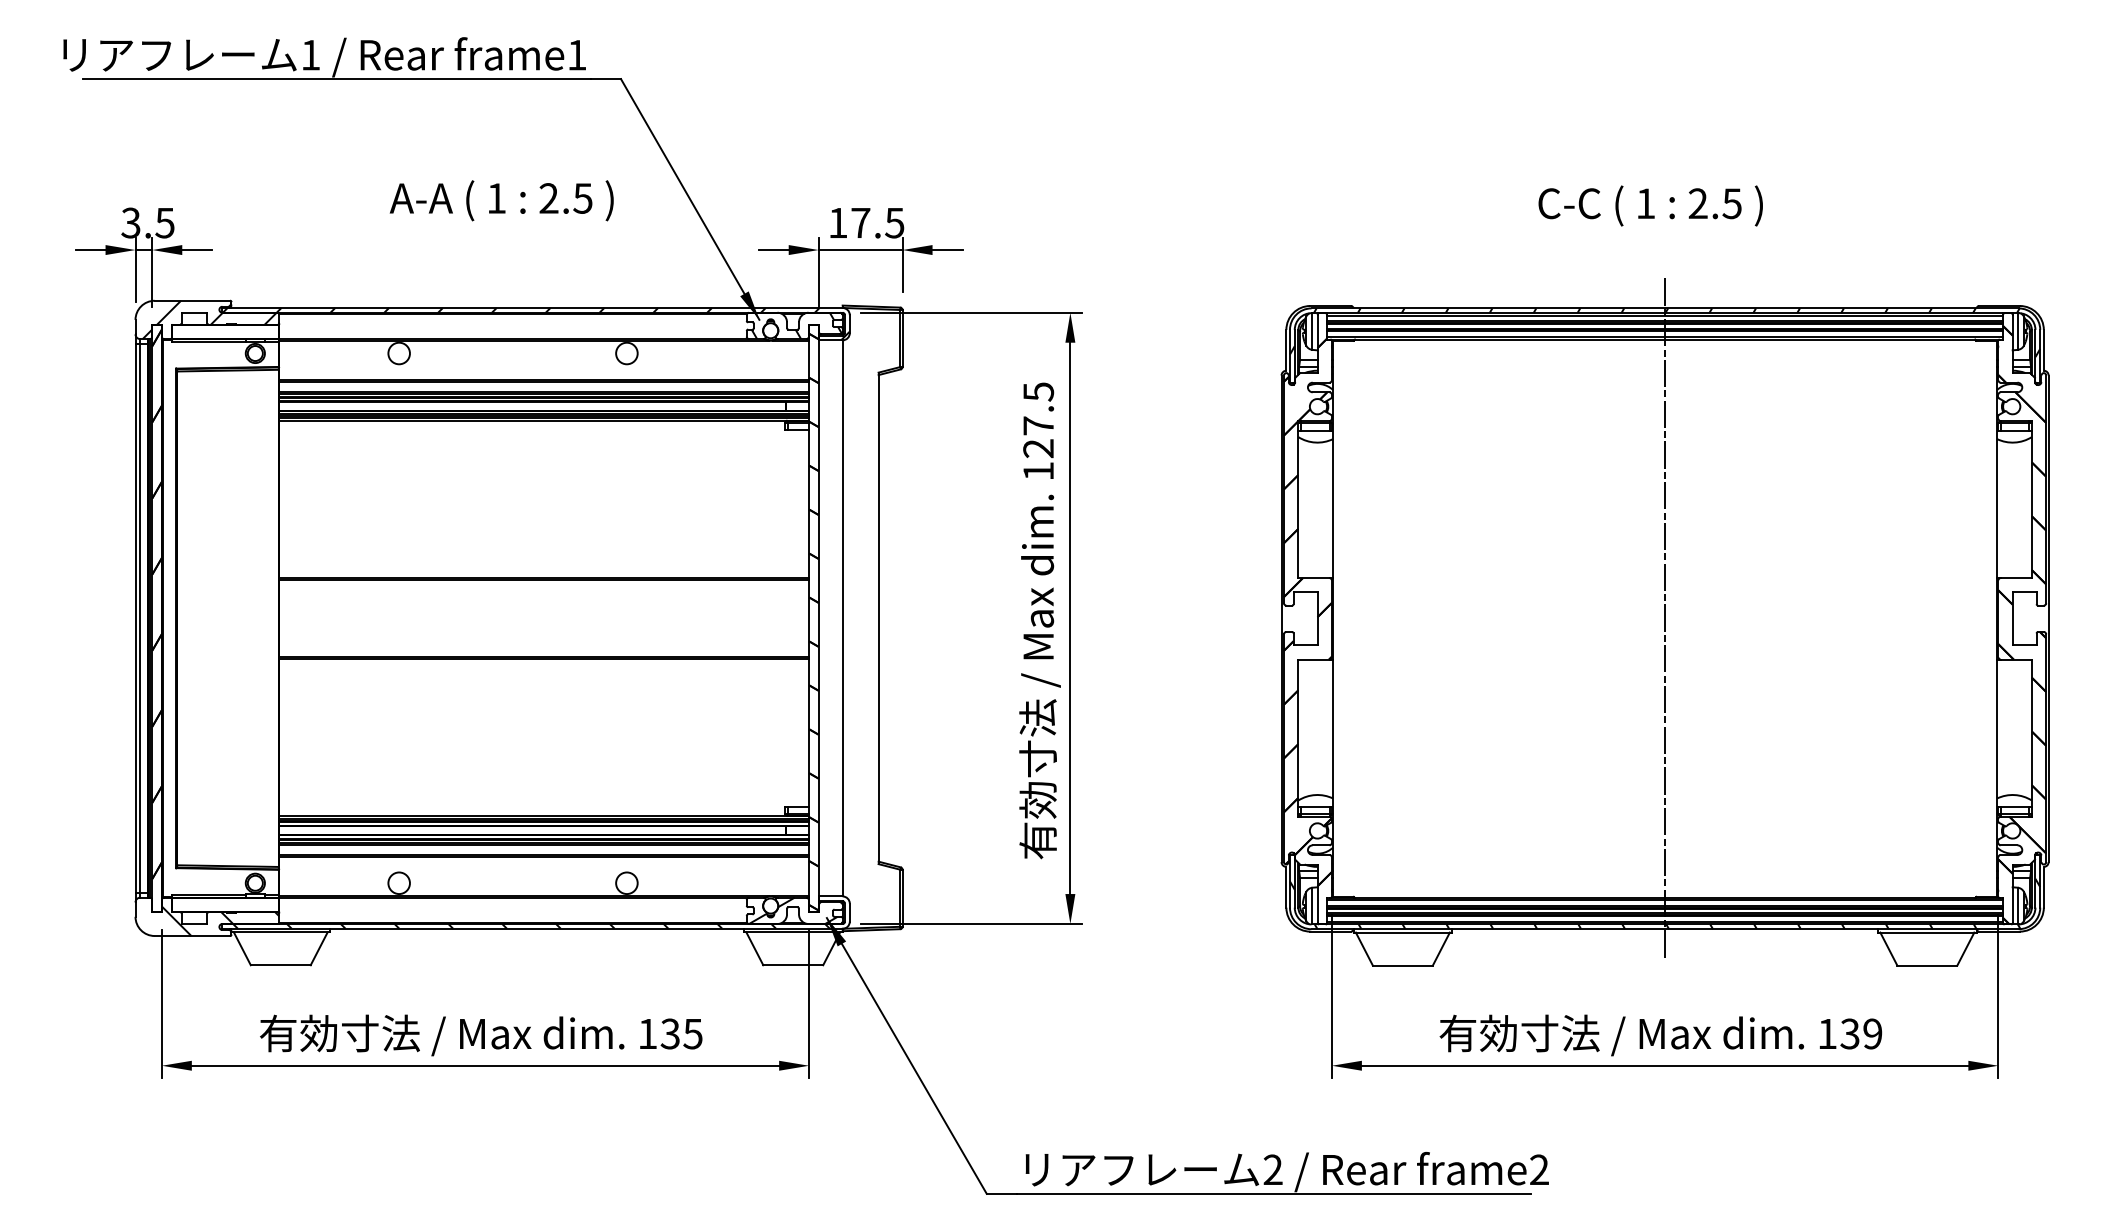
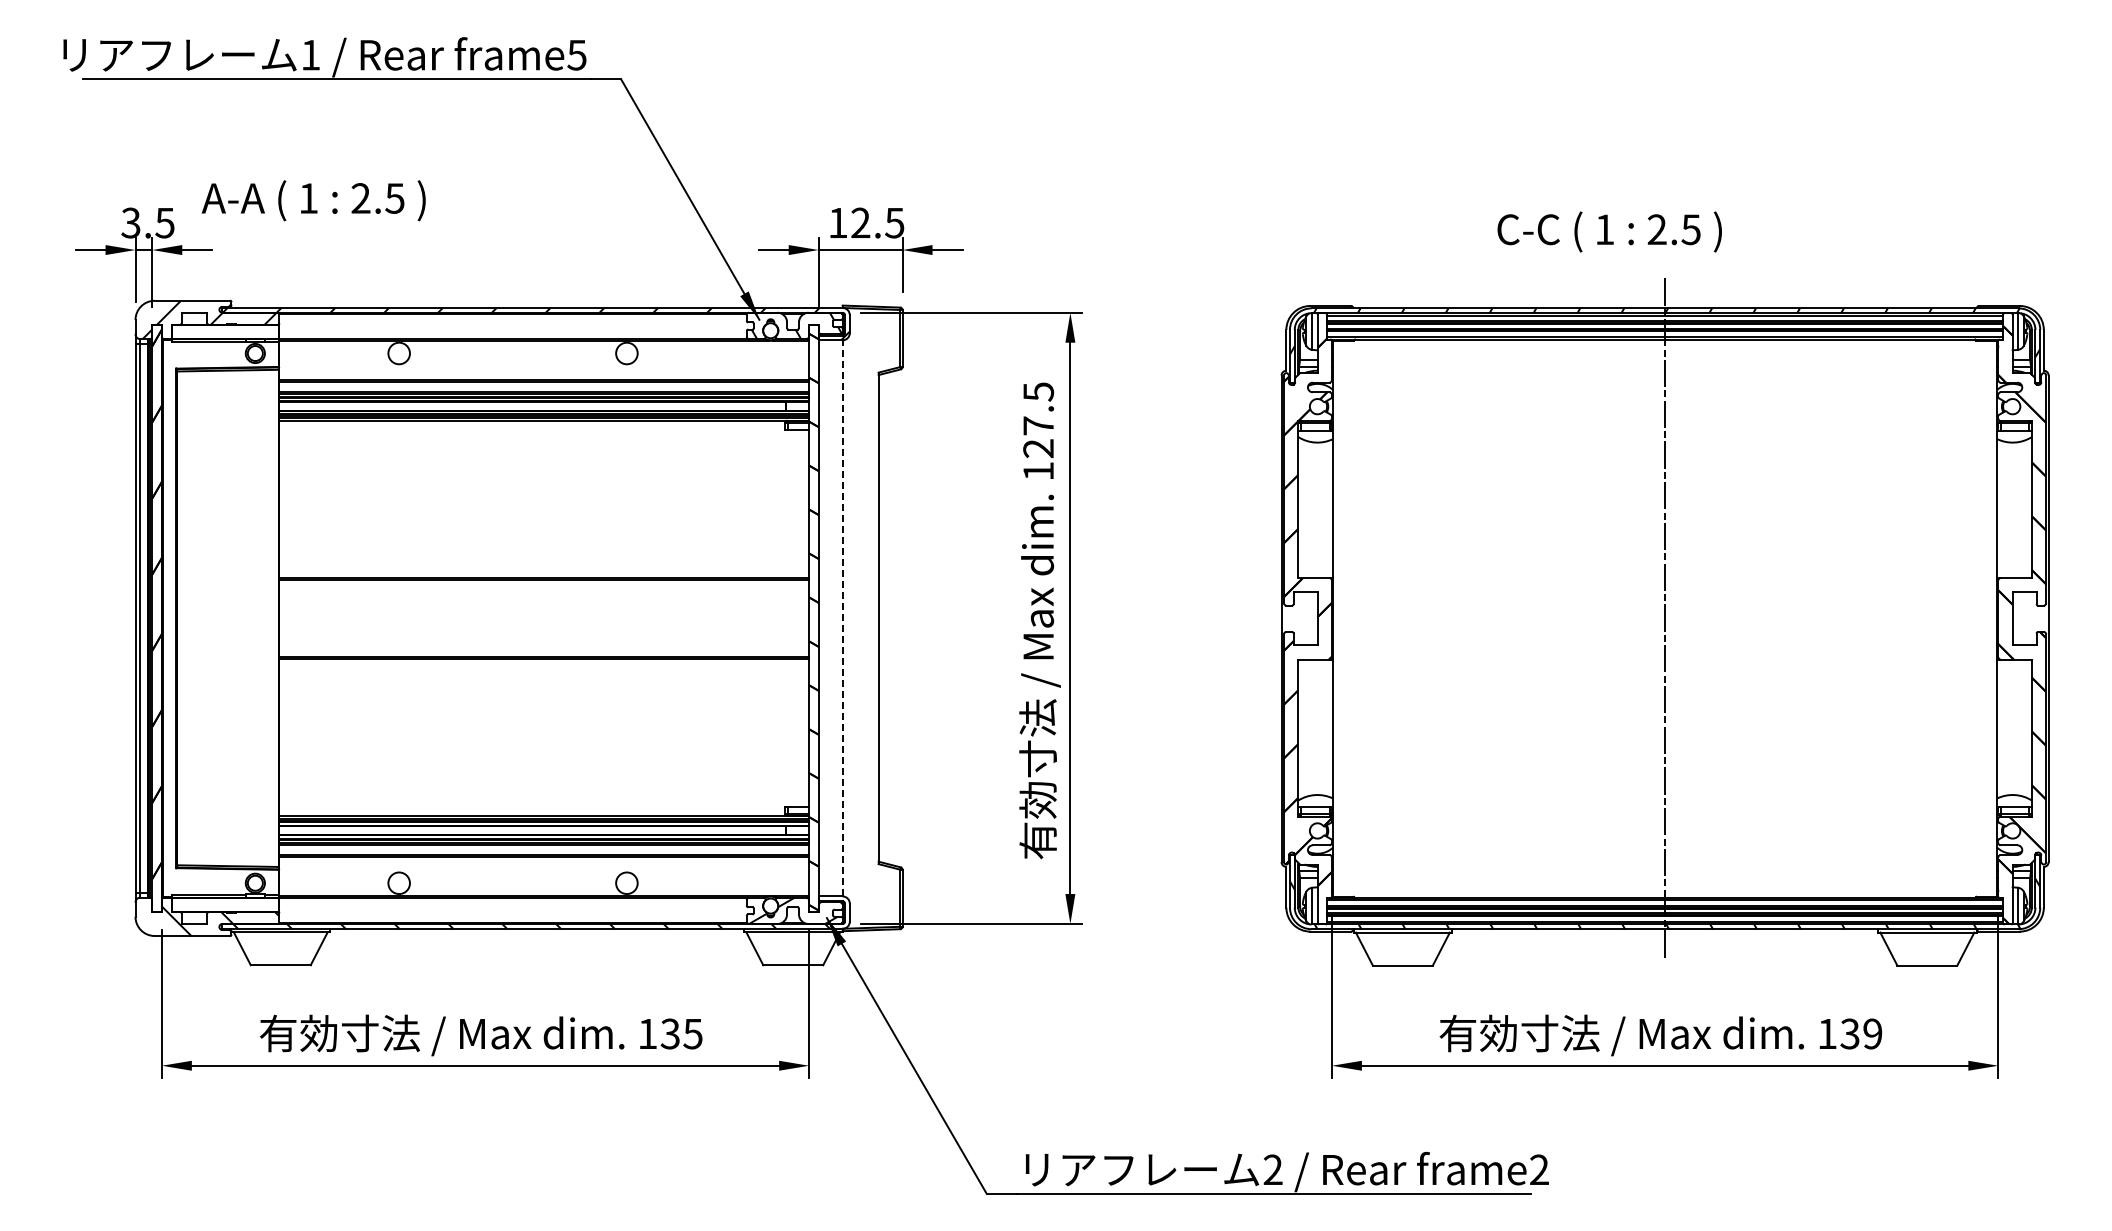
text at (576, 55): frame1 -> frame5
text at (501, 200) position: (501, 200) -> (313, 200)
text at (1650, 205) position: (1650, 205) -> (1609, 231)
text at (860, 222): 17.5 -> 12.5
line at (842, 617): solid -> dashed
